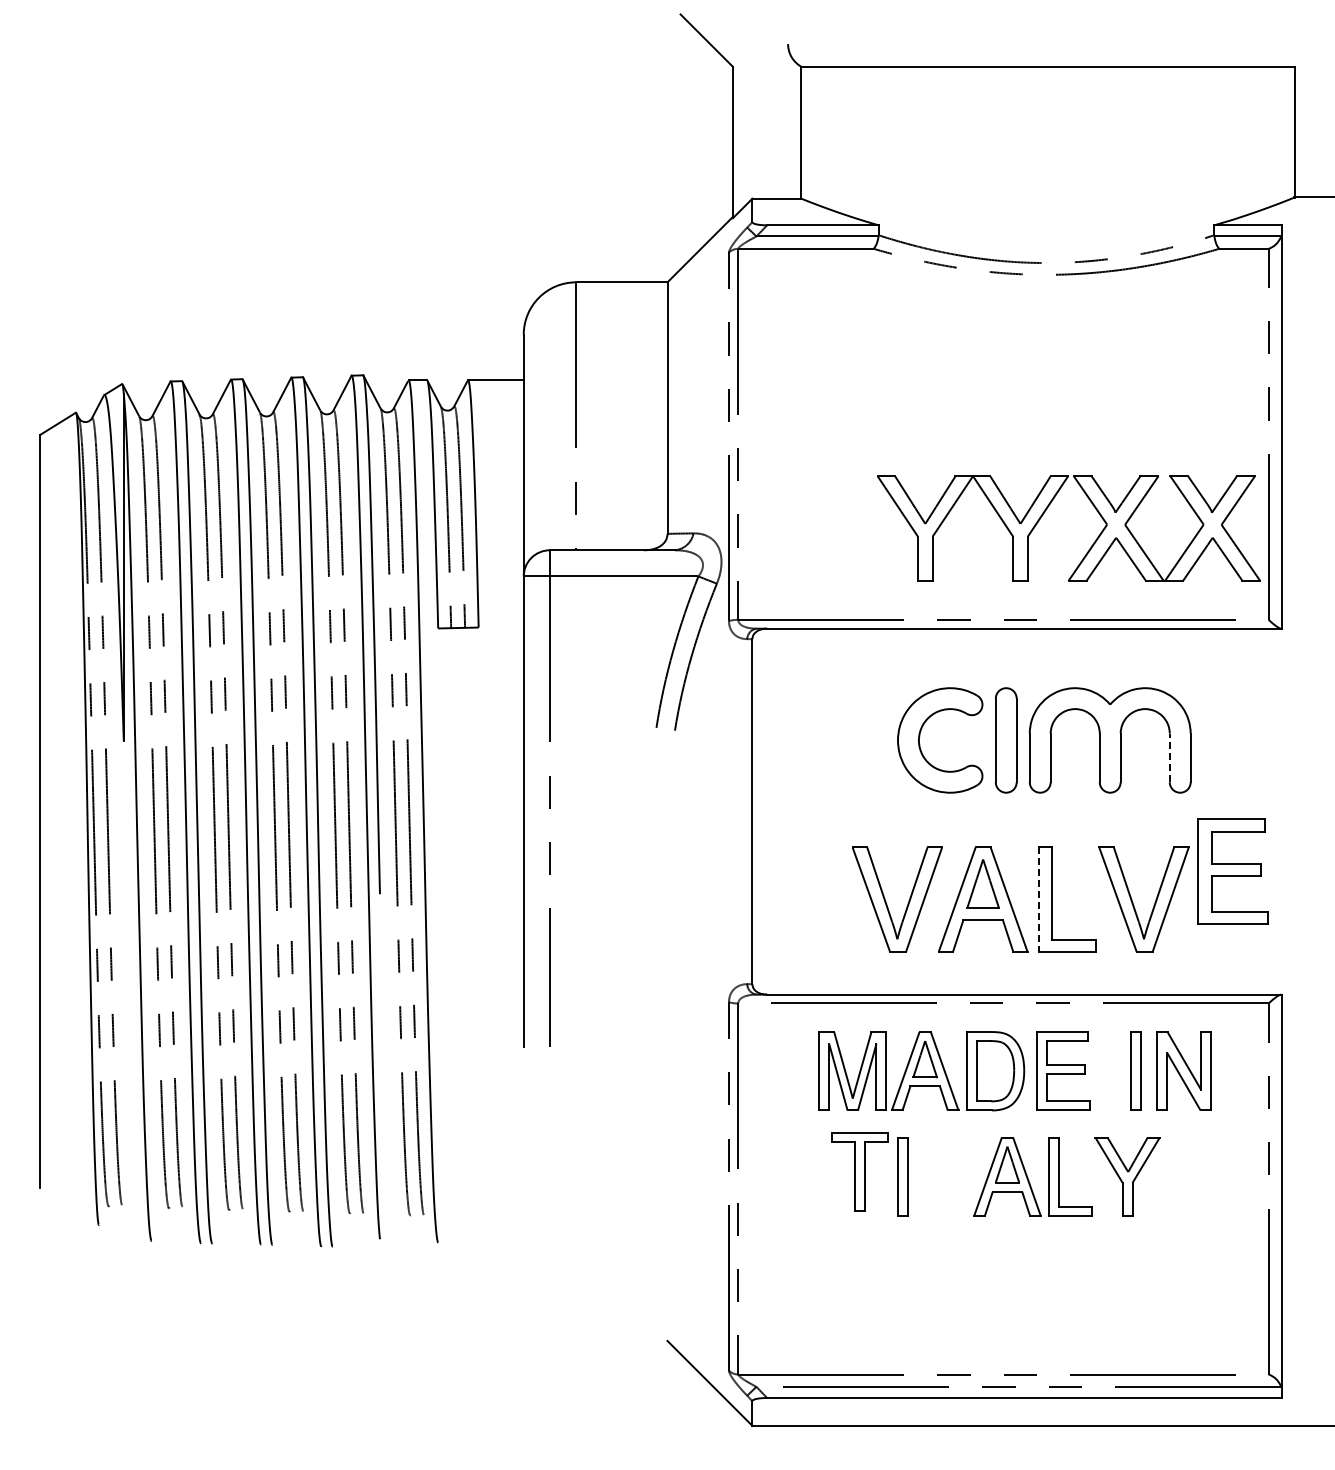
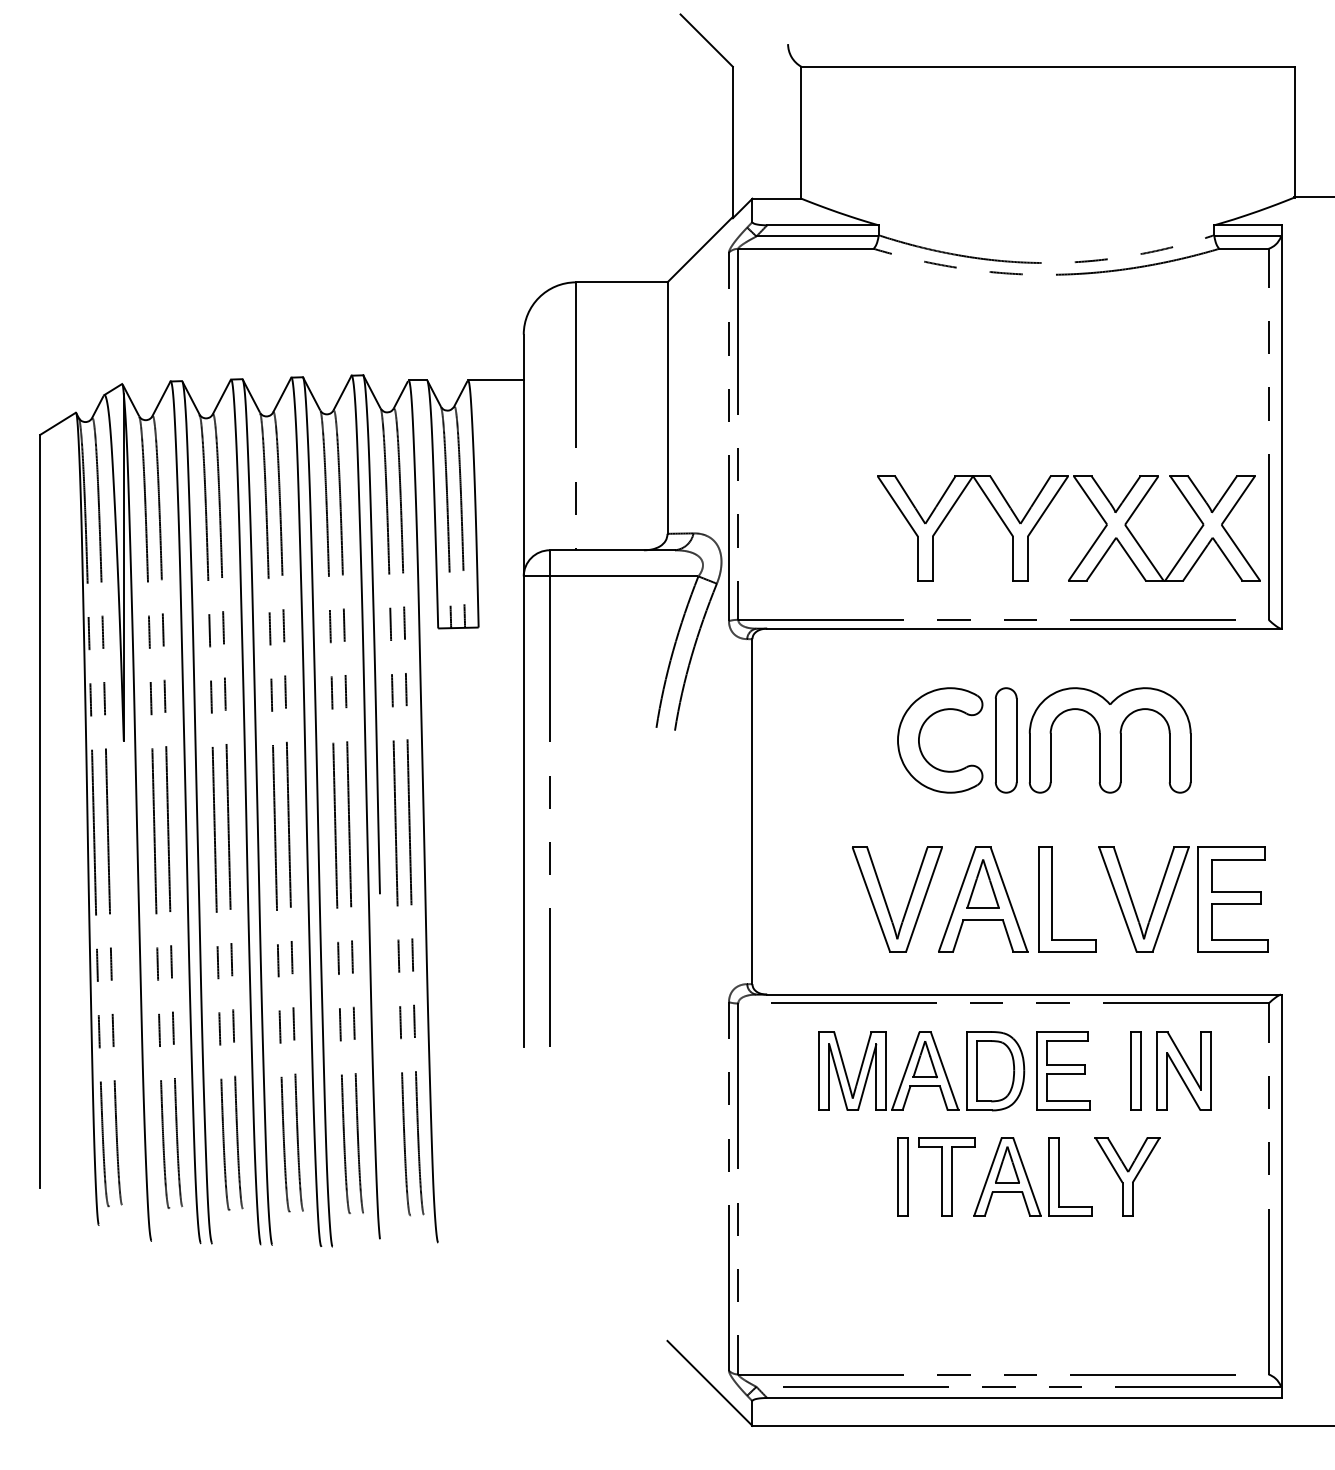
line at (1169, 757): dashed -> solid
part at (1232, 871) position: (1232, 871) -> (1232, 899)
line at (1038, 900): dashed -> solid
part at (859, 1171) position: (859, 1171) -> (946, 1176)
